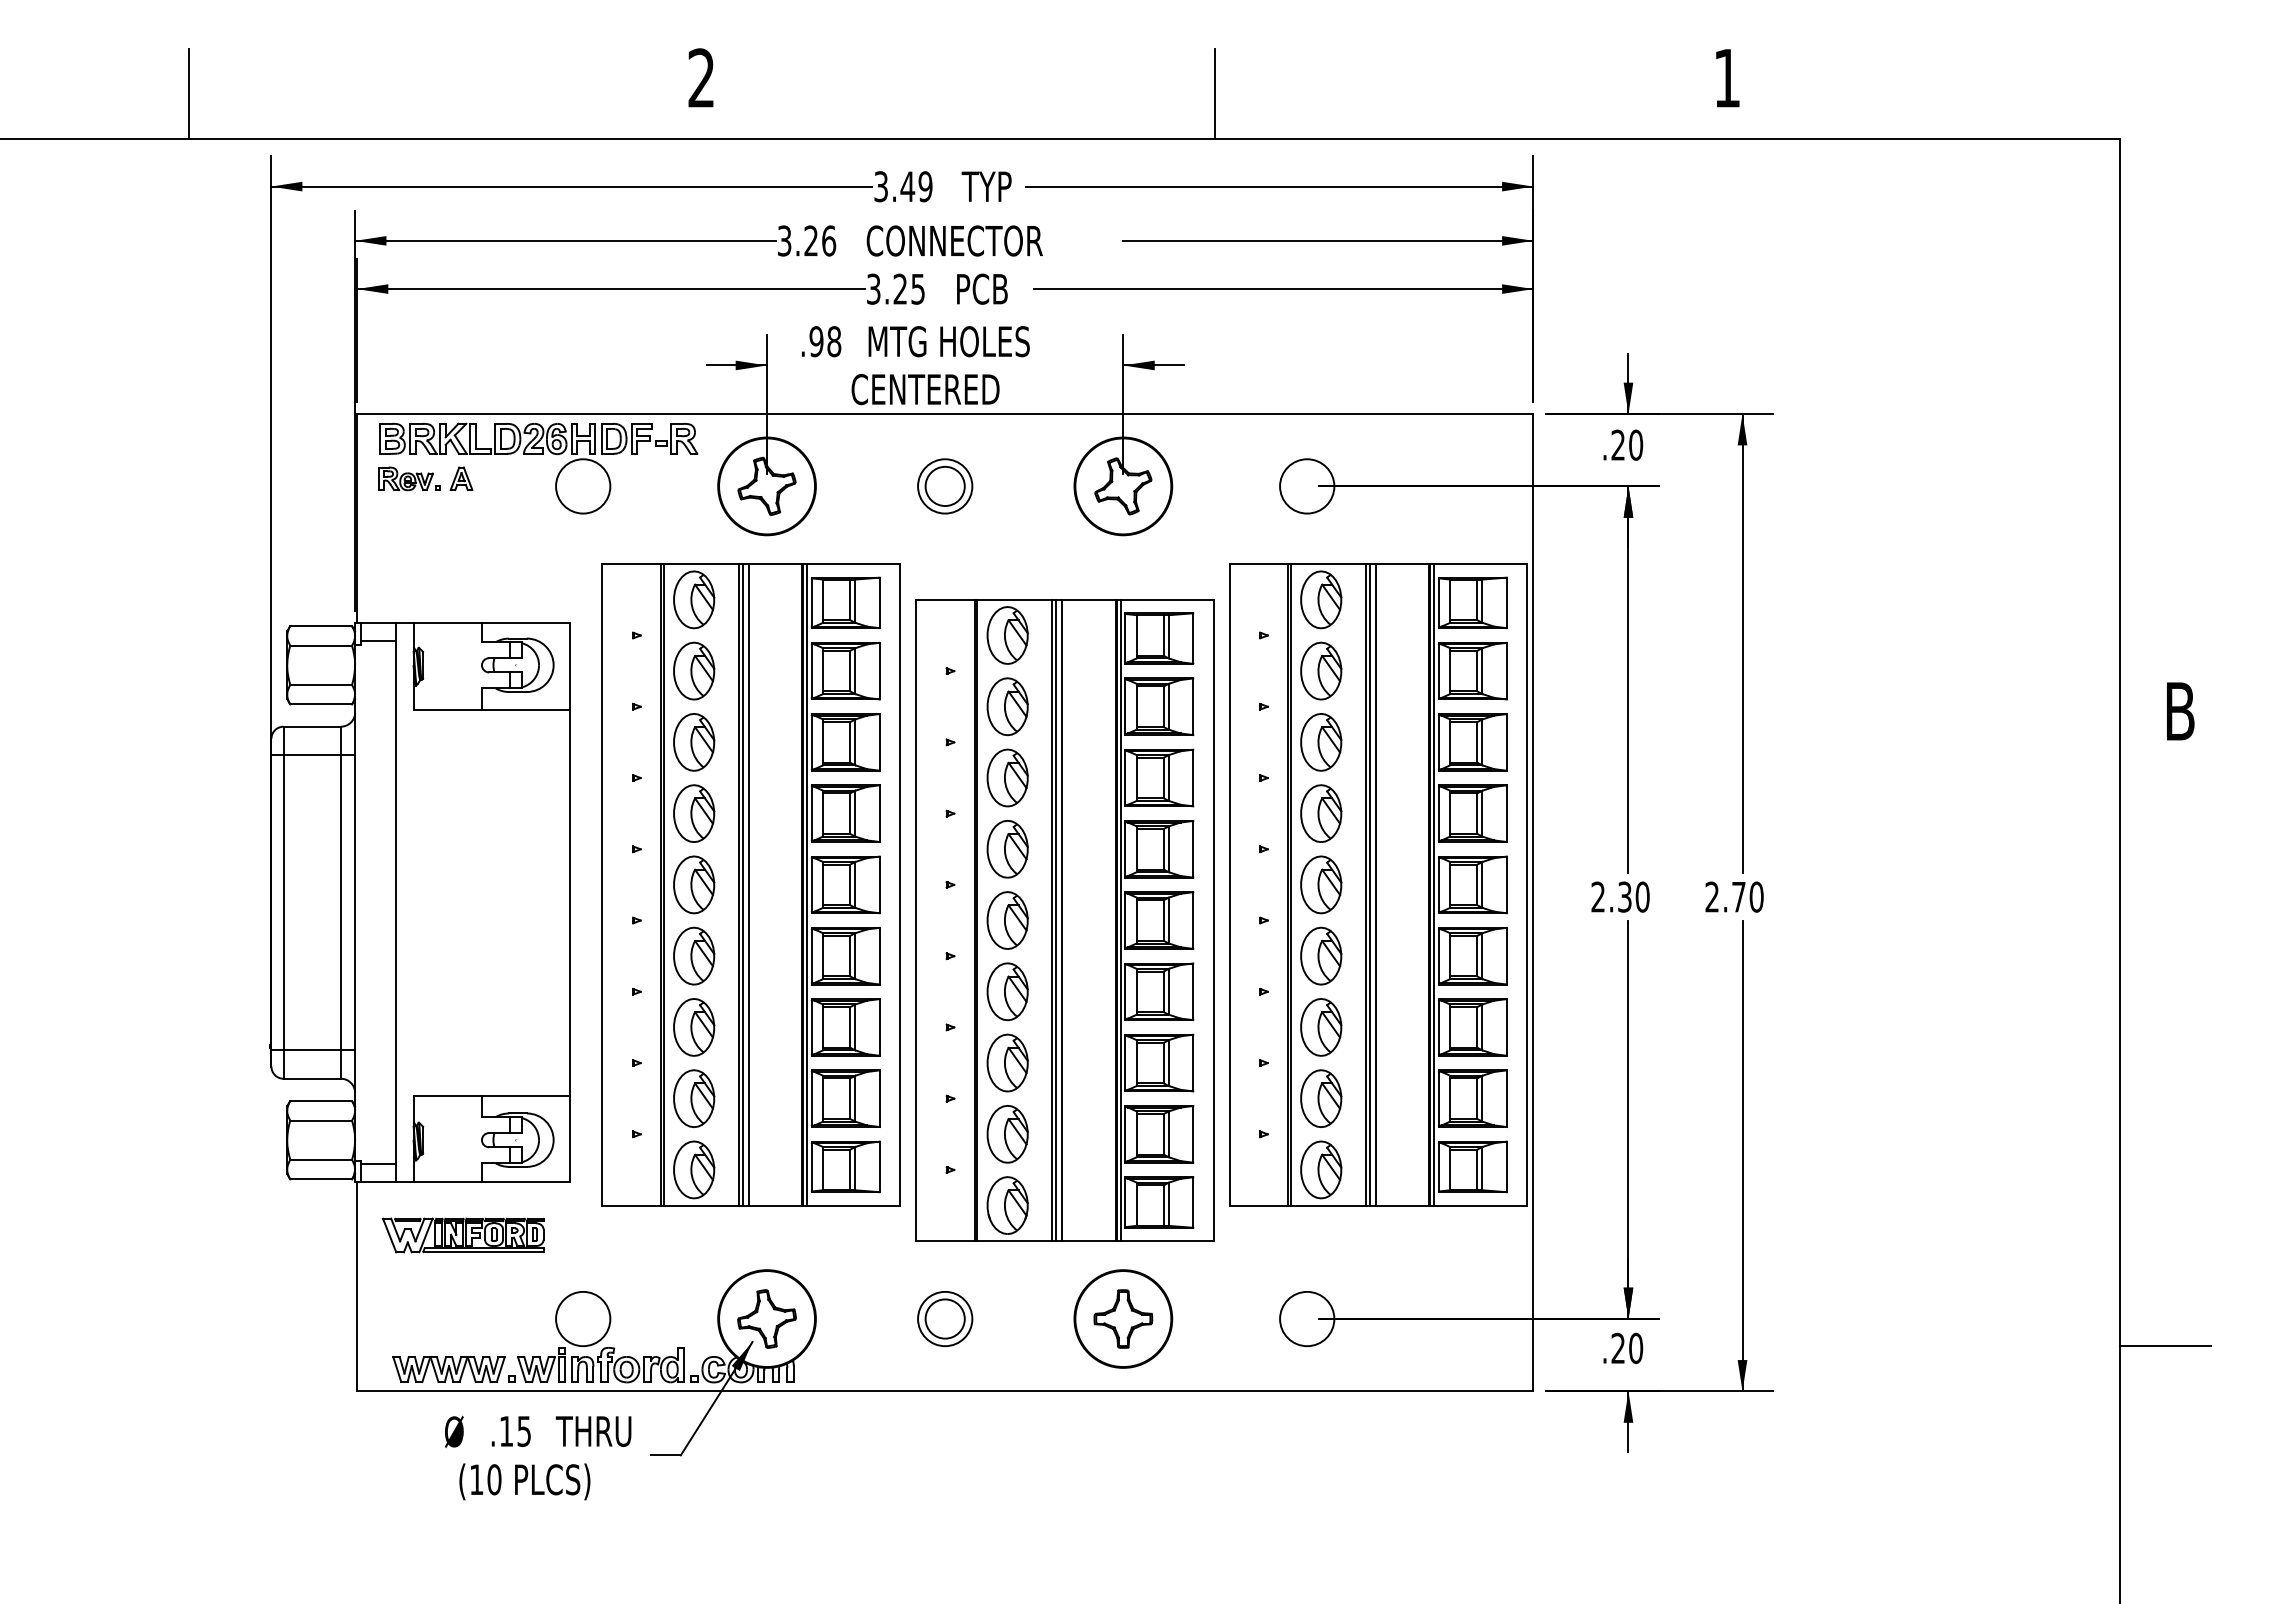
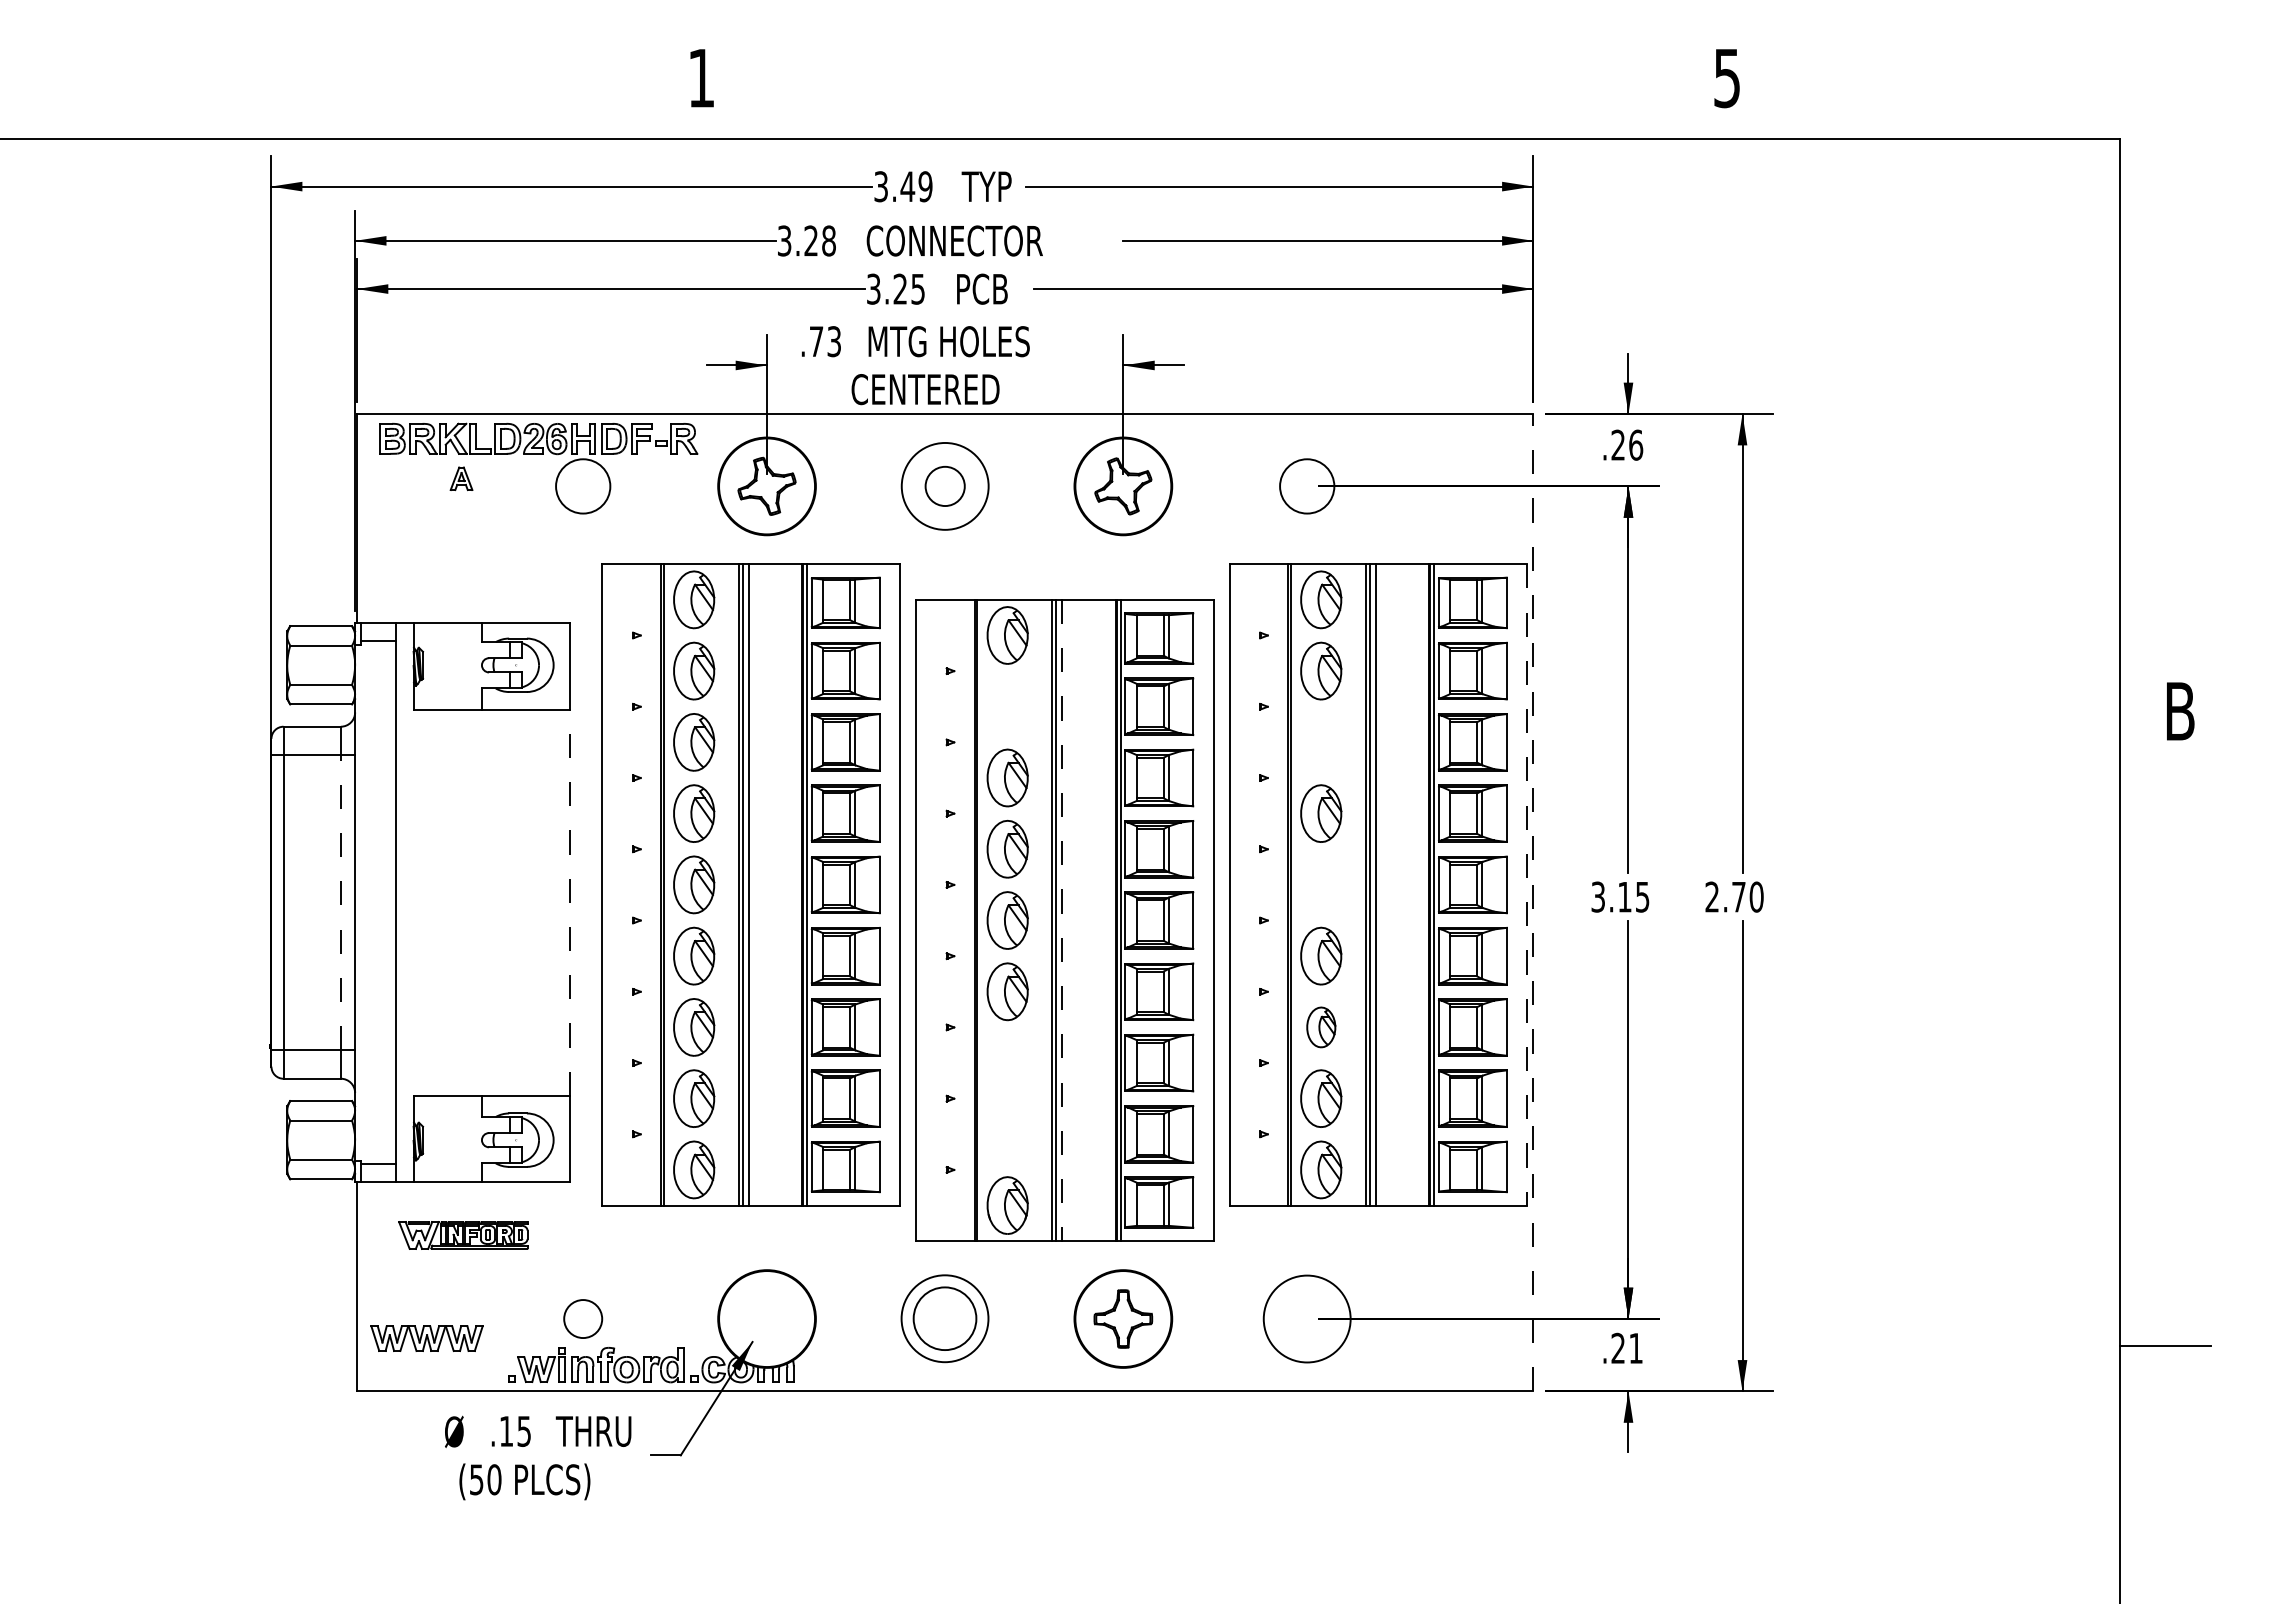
text at (700, 77): 2 -> 1
text at (1726, 78): 1 -> 5
line at (189, 93): present -> none
line at (1215, 93): present -> none
text at (829, 240): 3.26 -> 3.28
text at (825, 341): .98 -> .73
text at (1636, 444): .20 -> .26
part at (409, 478): present -> none
circle at (945, 486) diameter: 54 px -> 87 px
part at (1007, 706): present -> none
part at (1321, 742): present -> none
part at (1321, 884): present -> none
line at (1527, 884): solid -> dashed
text at (1620, 896): 2.30 -> 3.15
line at (340, 902): solid -> dashed
line at (569, 902): solid -> dashed
line at (1533, 902): solid -> dashed
line at (1062, 920): solid -> dashed
part at (1321, 1027) size: 43x59 px -> 31x43 px
part at (1007, 1062): present -> none
part at (1007, 1134): present -> none
part at (463, 1235) size: 163x37 px -> 131x29 px
circle at (583, 1318) diameter: 54 px -> 38 px
part at (766, 1318): present -> none
circle at (1307, 1318) diameter: 54 px -> 87 px
part at (945, 1319) size: 57x57 px -> 90x90 px
text at (1636, 1347): .20 -> .21
part at (448, 1369) position: (448, 1369) -> (426, 1338)
text at (476, 1479): (10 -> (50
